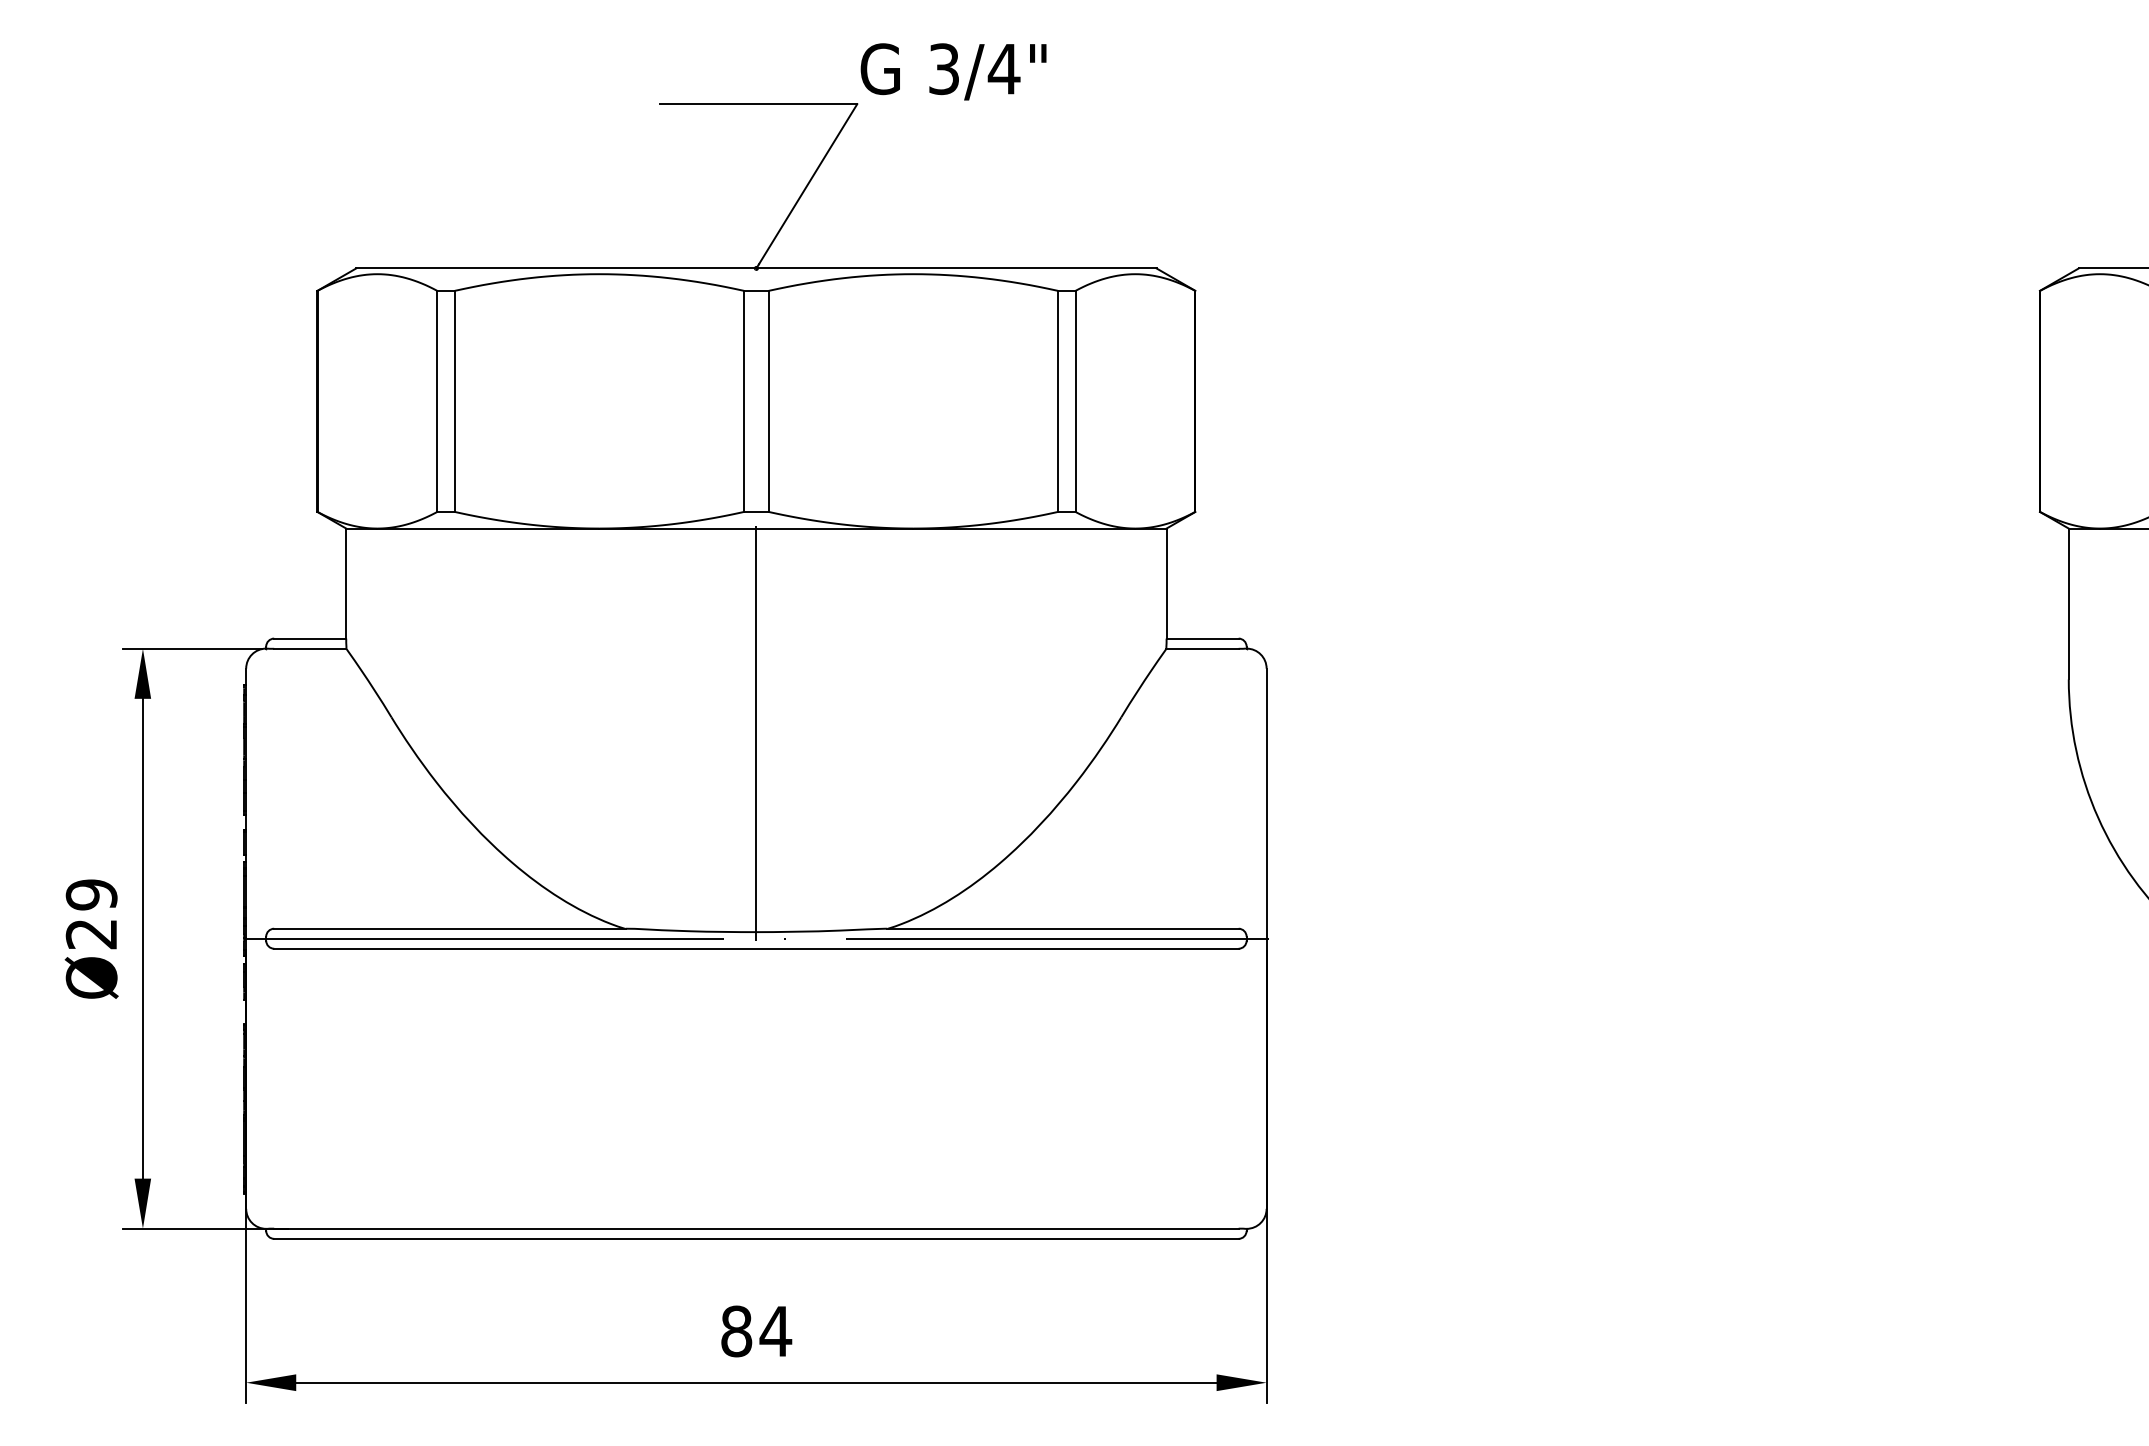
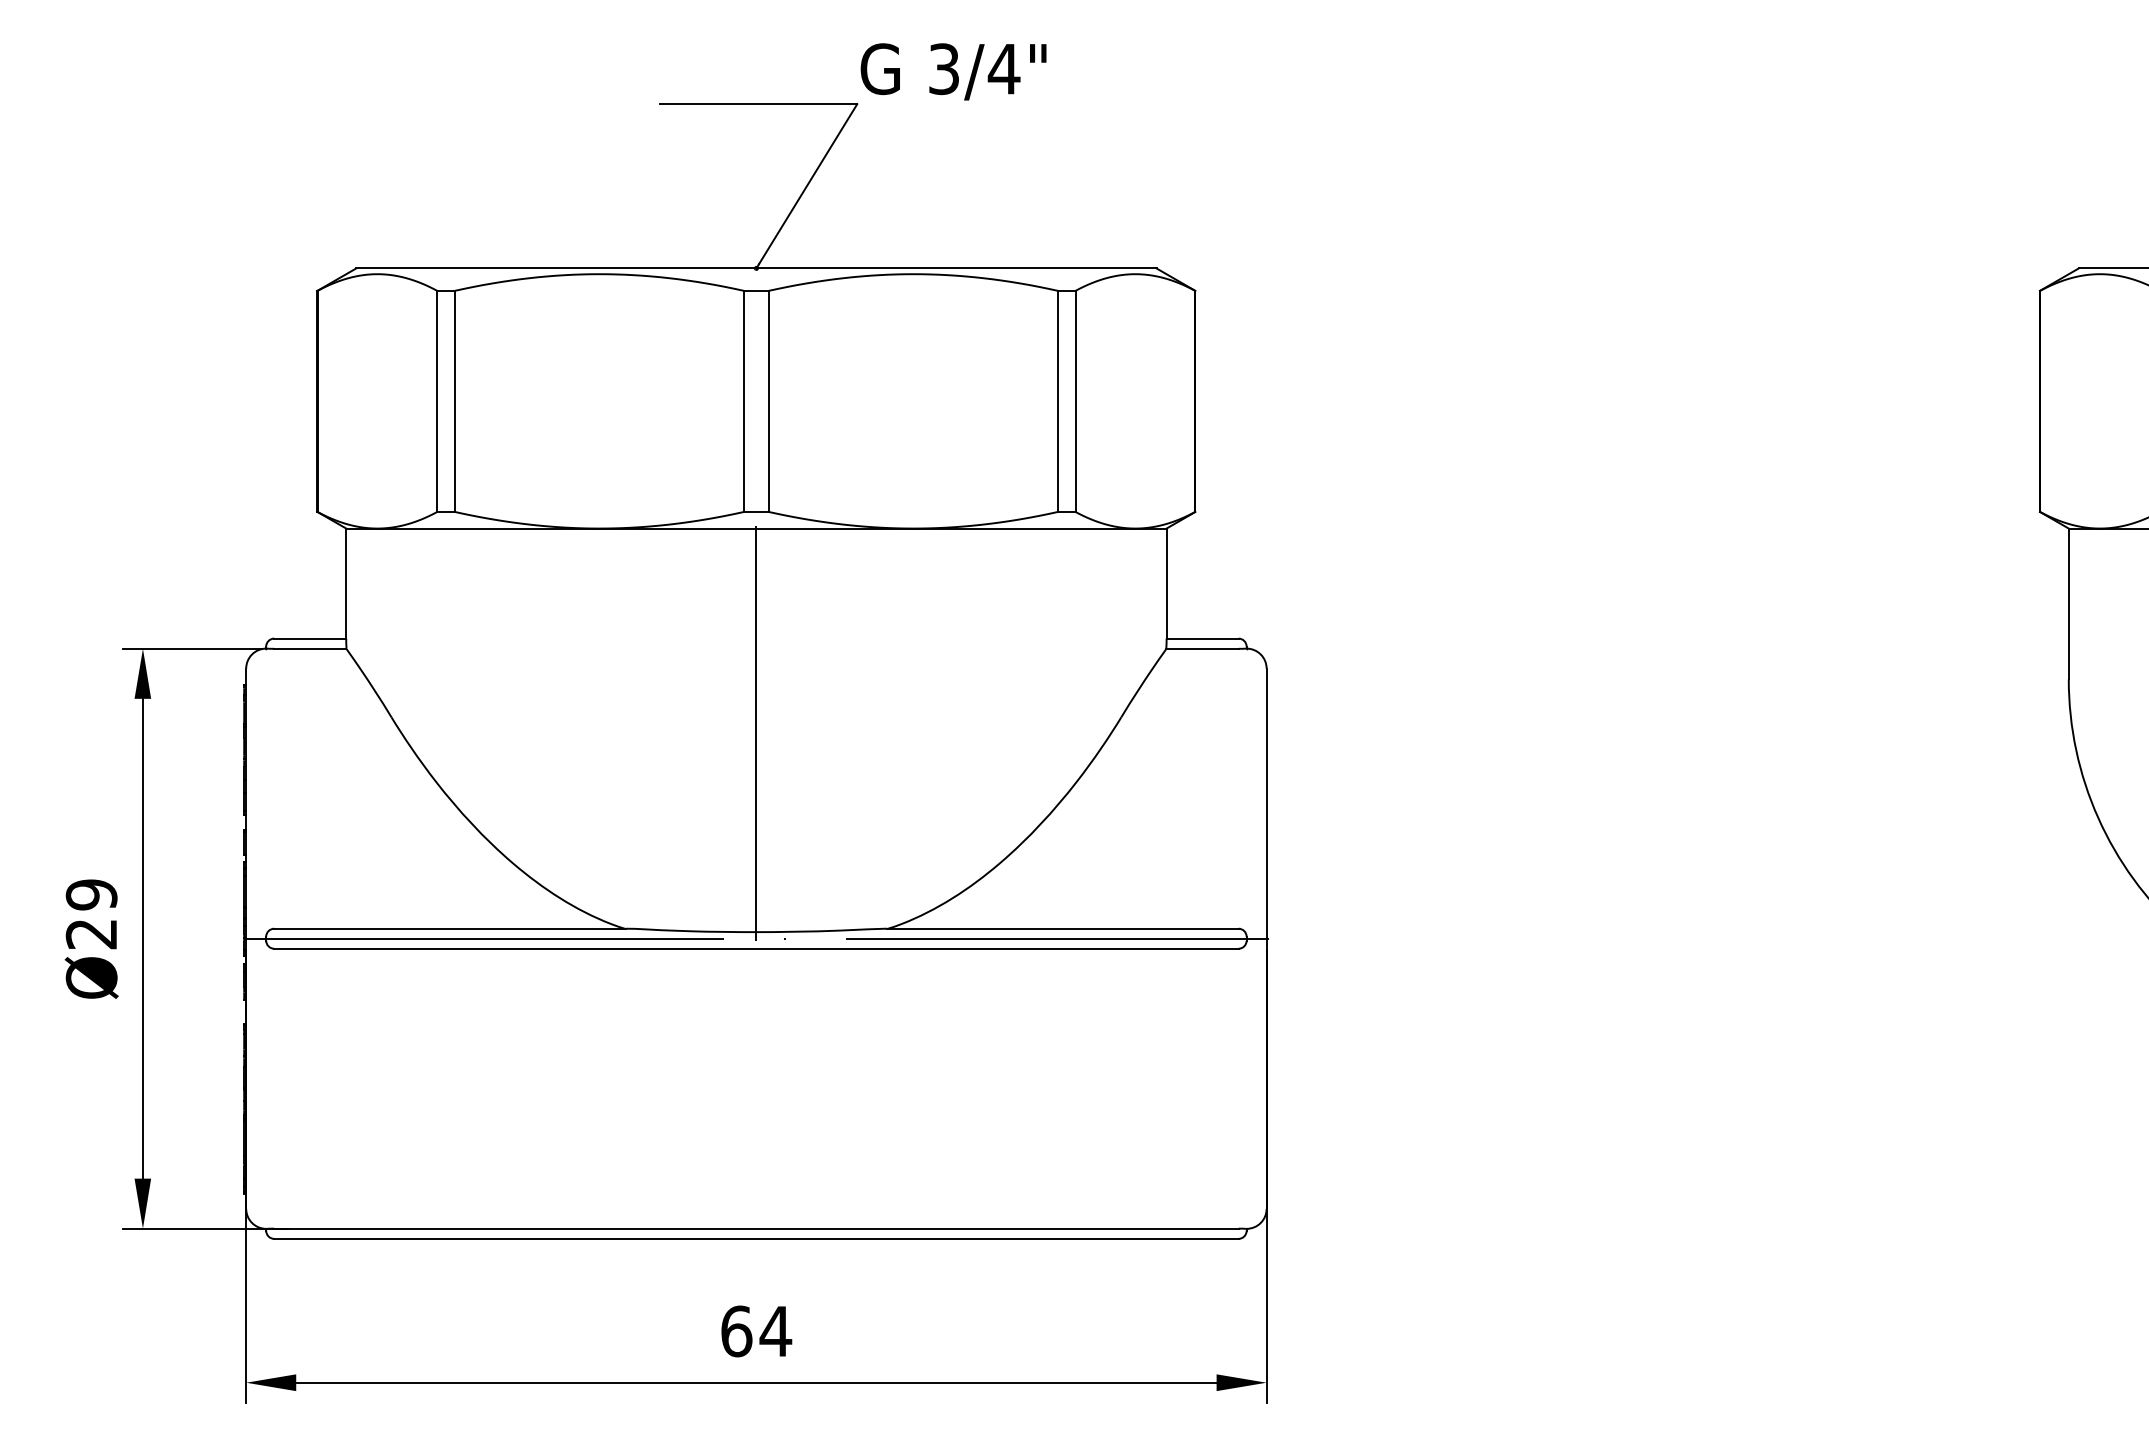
text at (736, 1331): 84 -> 64
